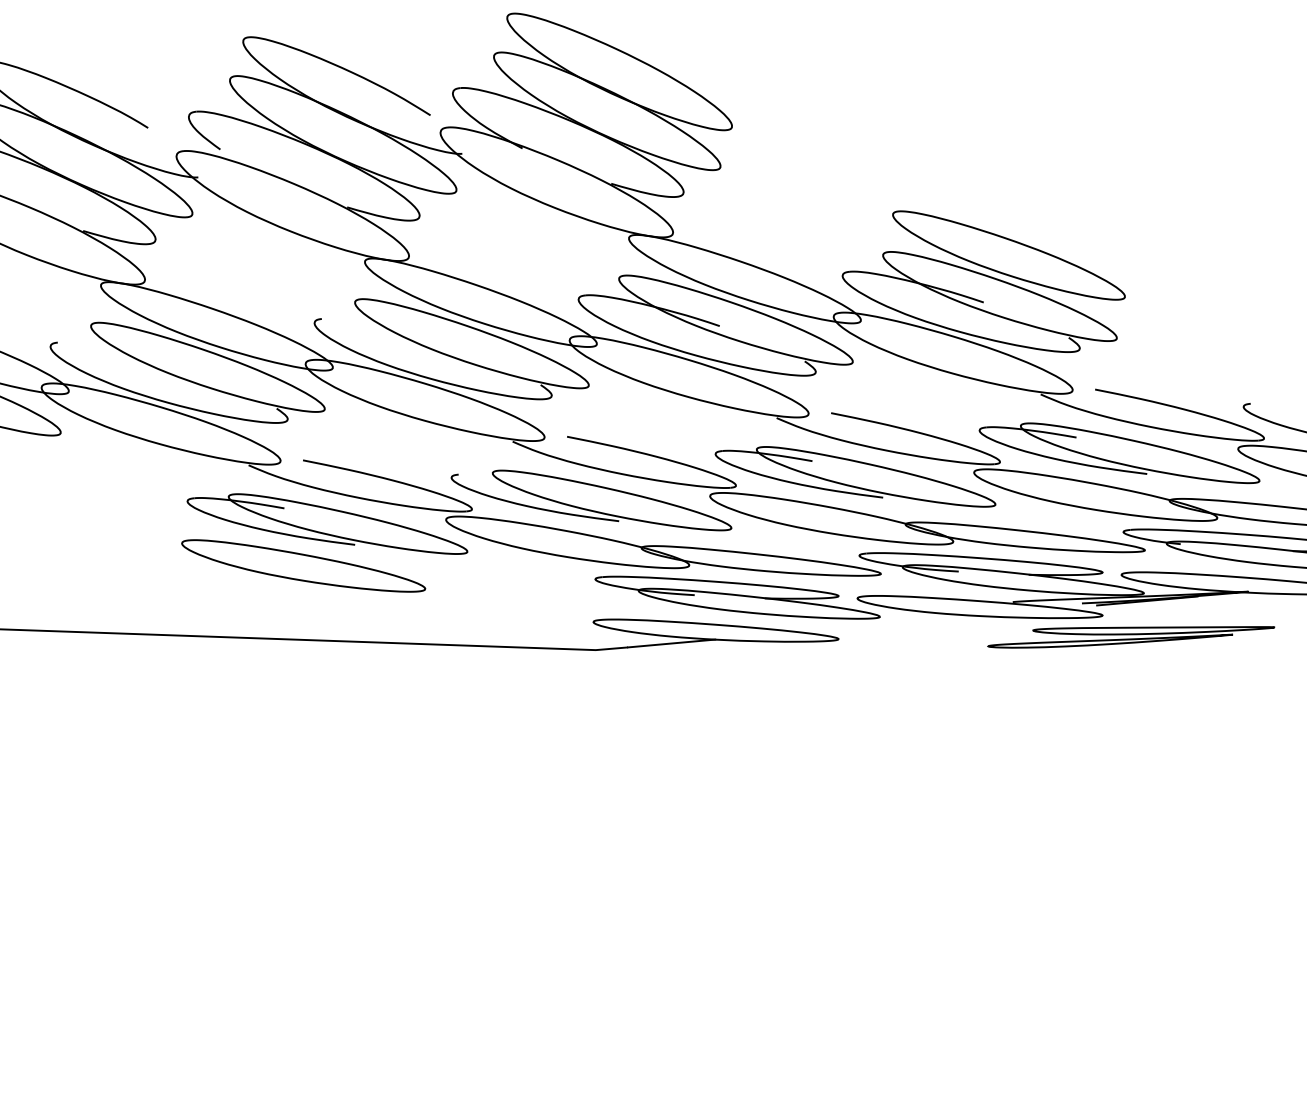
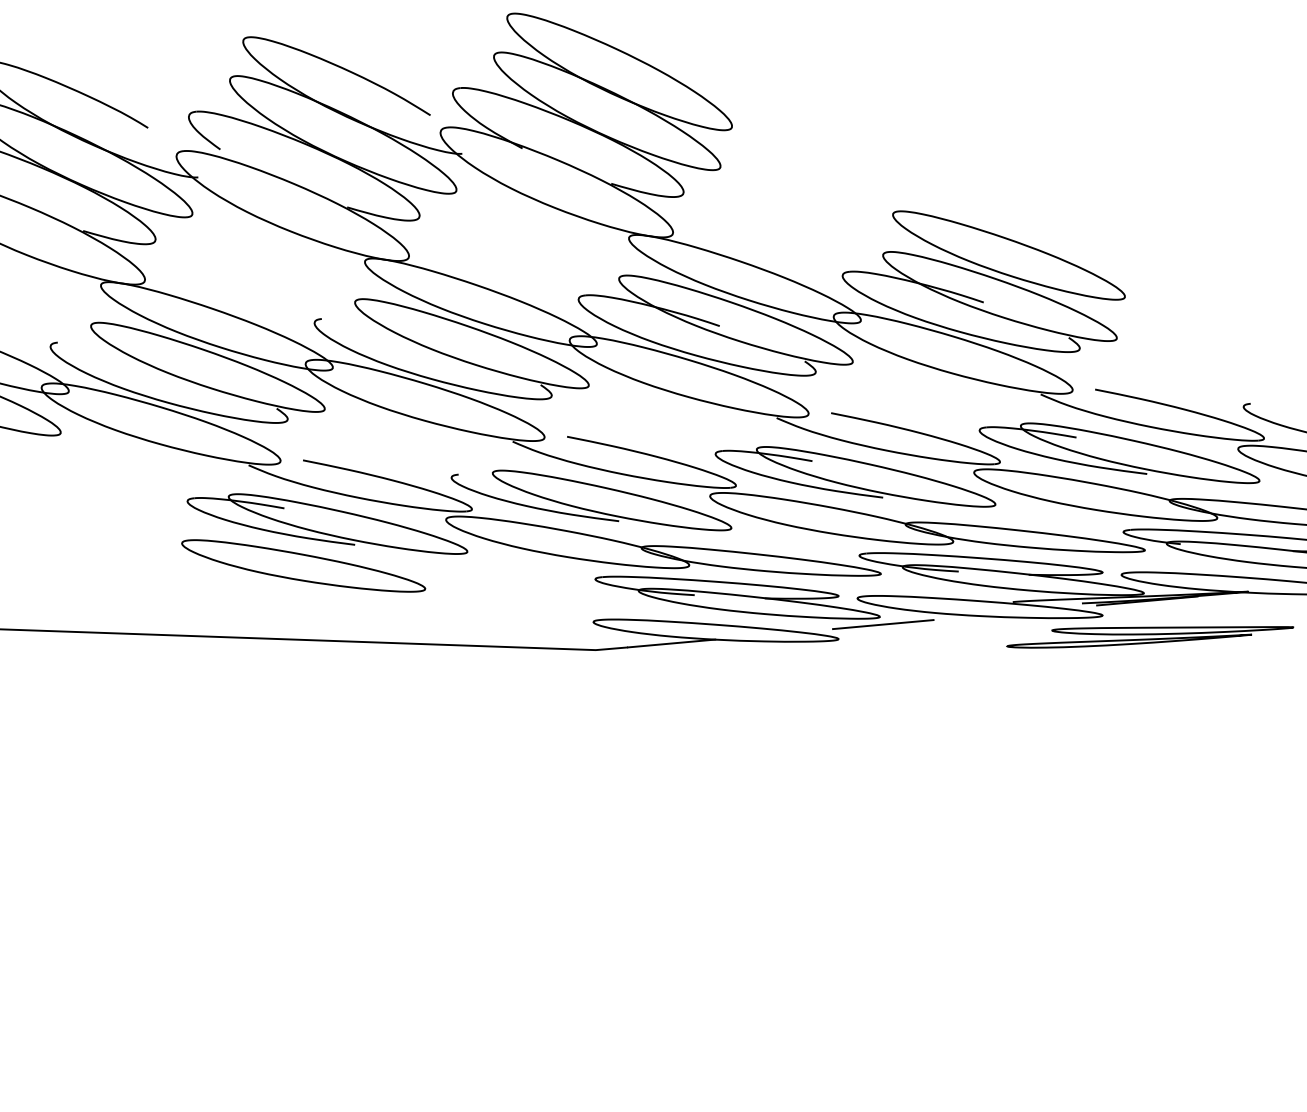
line at (883, 624): none -> present
part at (1131, 637) position: (1131, 637) -> (1150, 637)
